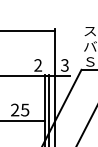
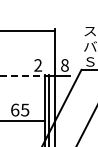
text at (64, 65): 3 -> 8
line at (22, 76): solid -> dashed
text at (15, 109): 25 -> 65
